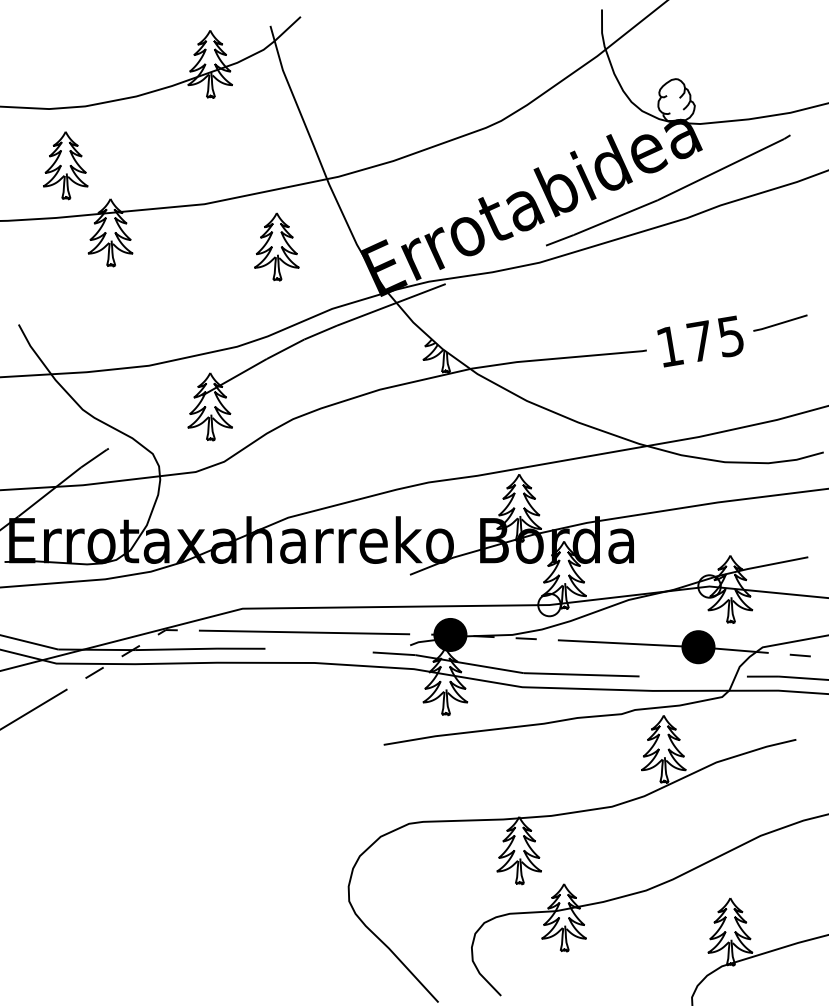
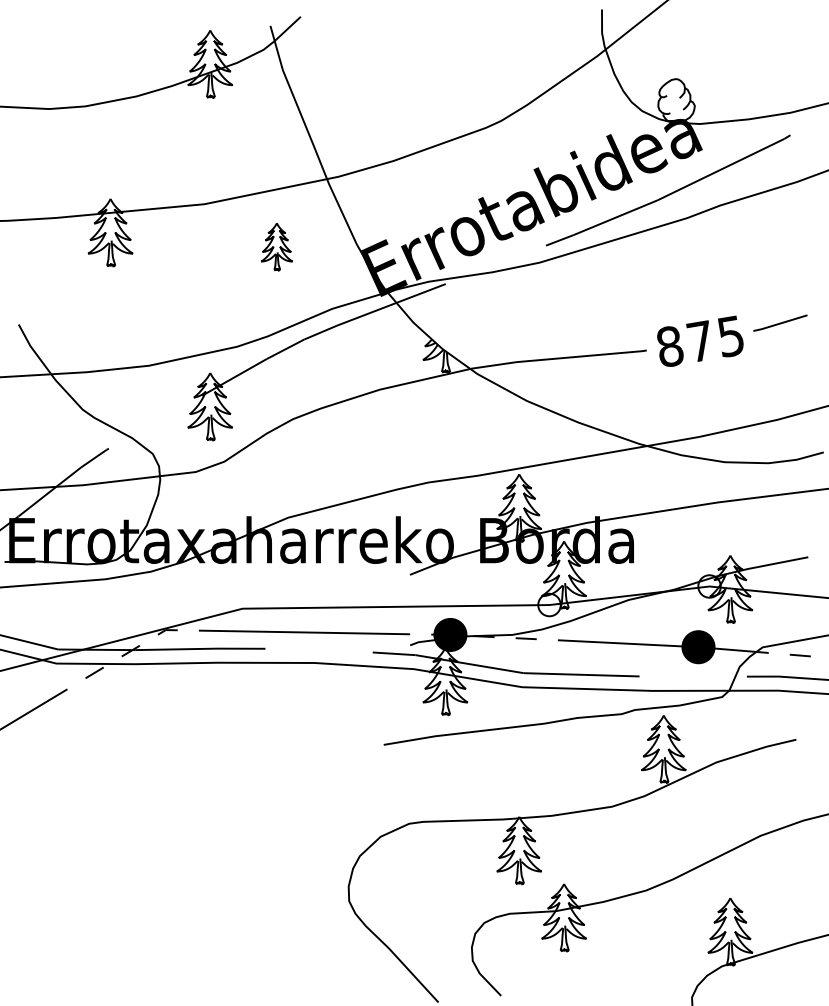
part at (65, 165): present -> none
part at (276, 246) size: 46x70 px -> 32x49 px
text at (670, 346): 175 -> 875
